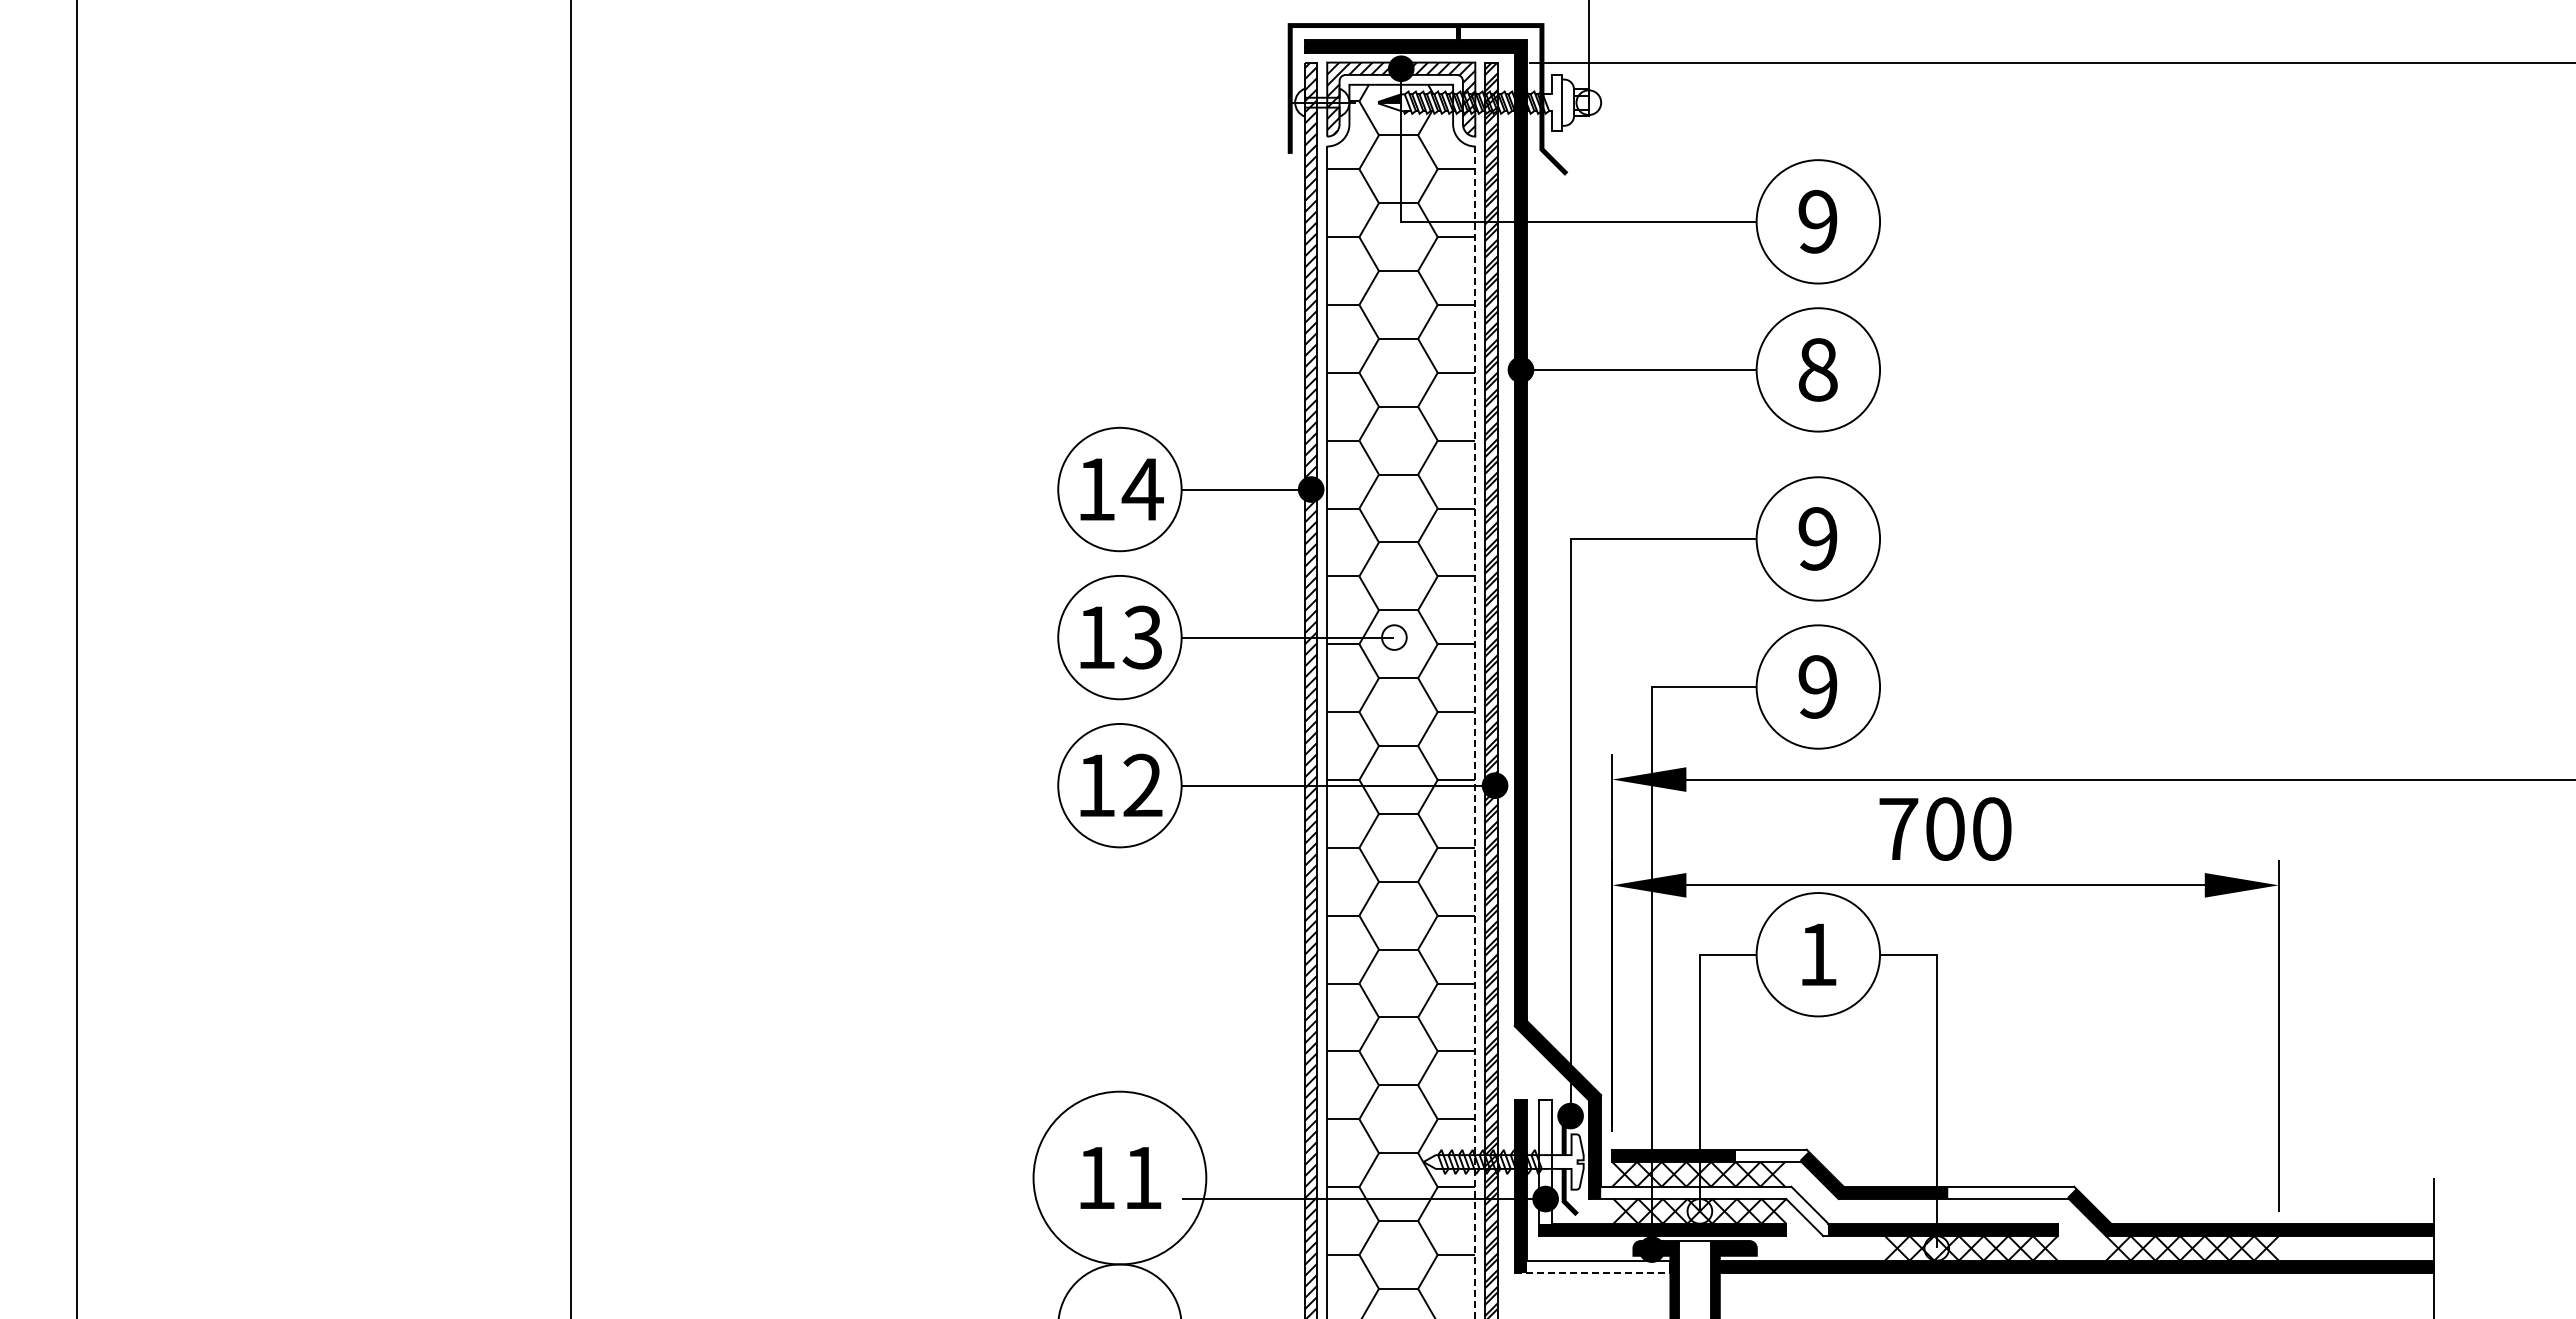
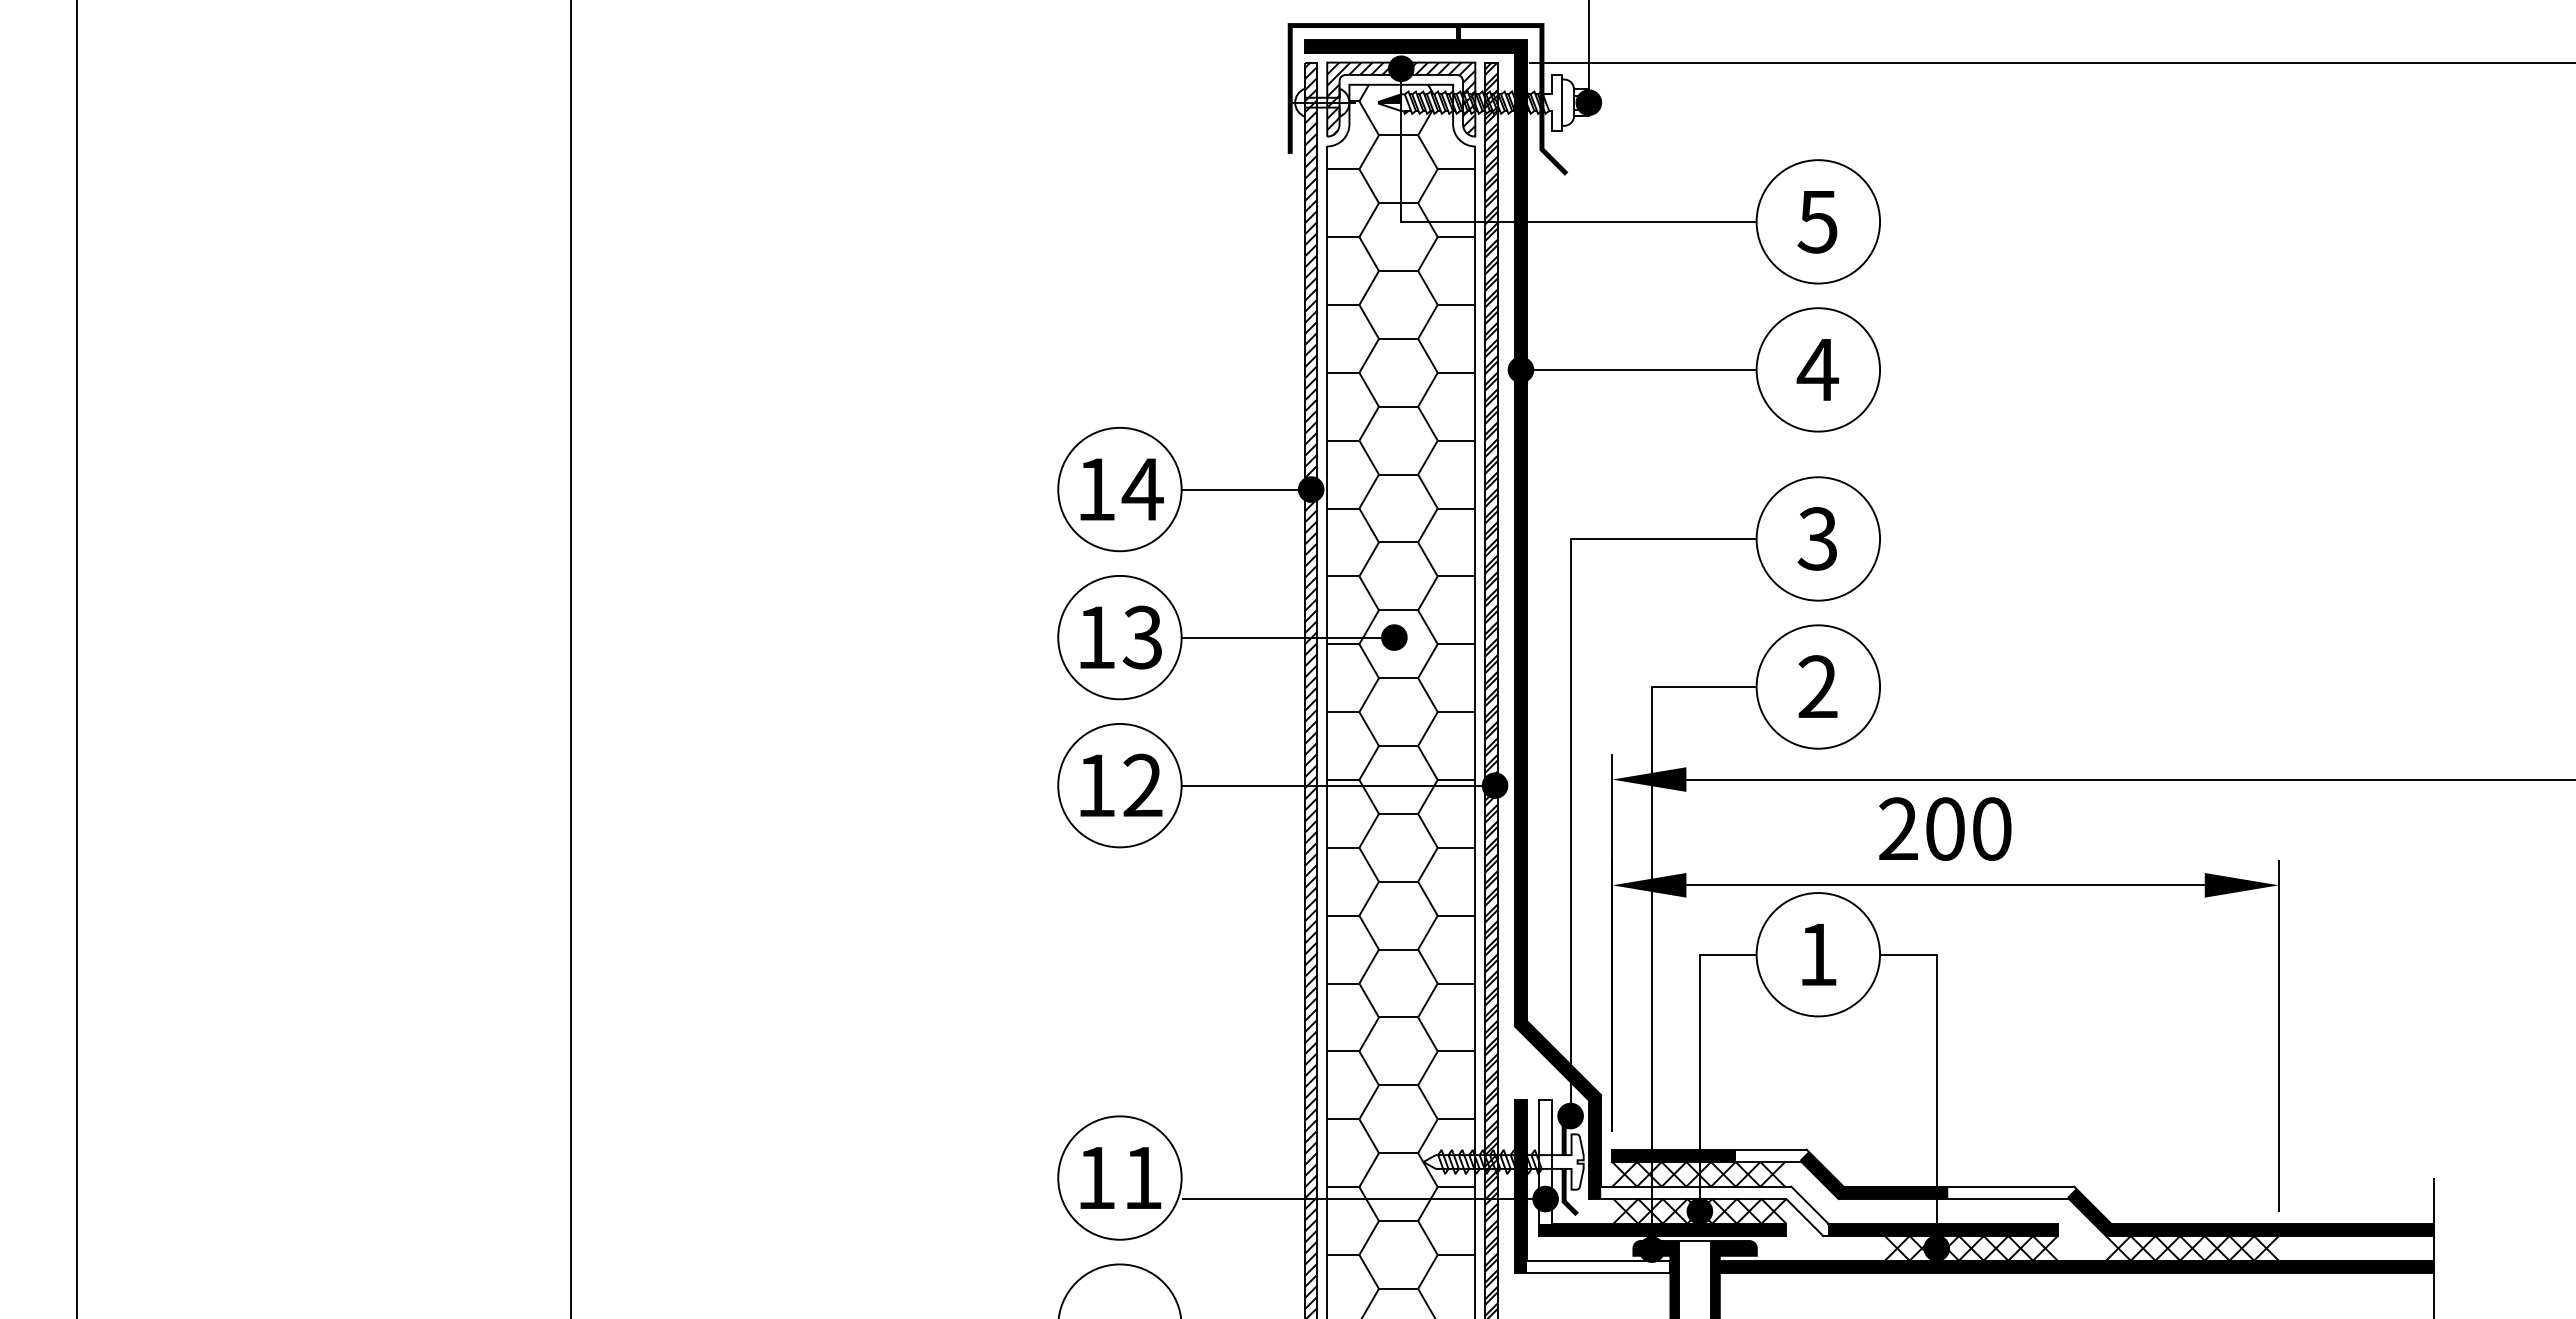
fill at (1588, 102): none -> present
text at (1817, 221): 9 -> 5
text at (1817, 369): 8 -> 4
text at (1817, 538): 9 -> 3
fill at (1394, 637): none -> present
text at (1817, 686): 9 -> 2
line at (1475, 732): dashed -> solid
text at (1898, 828): 700 -> 200
circle at (1119, 1177) diameter: 173 px -> 123 px
fill at (1699, 1211): none -> present
fill at (1936, 1248): none -> present
line at (1592, 1273): dashed -> solid
